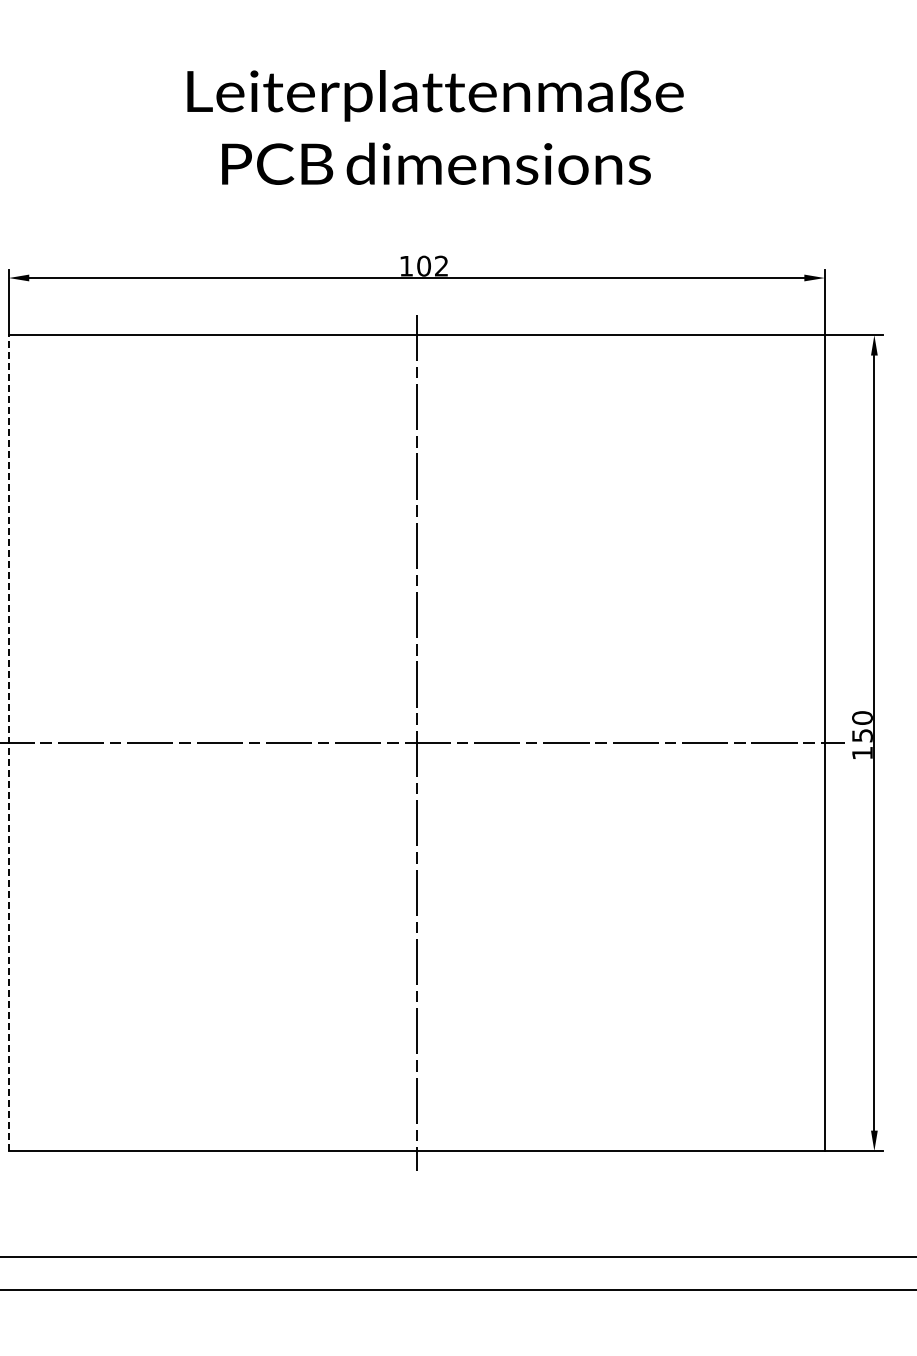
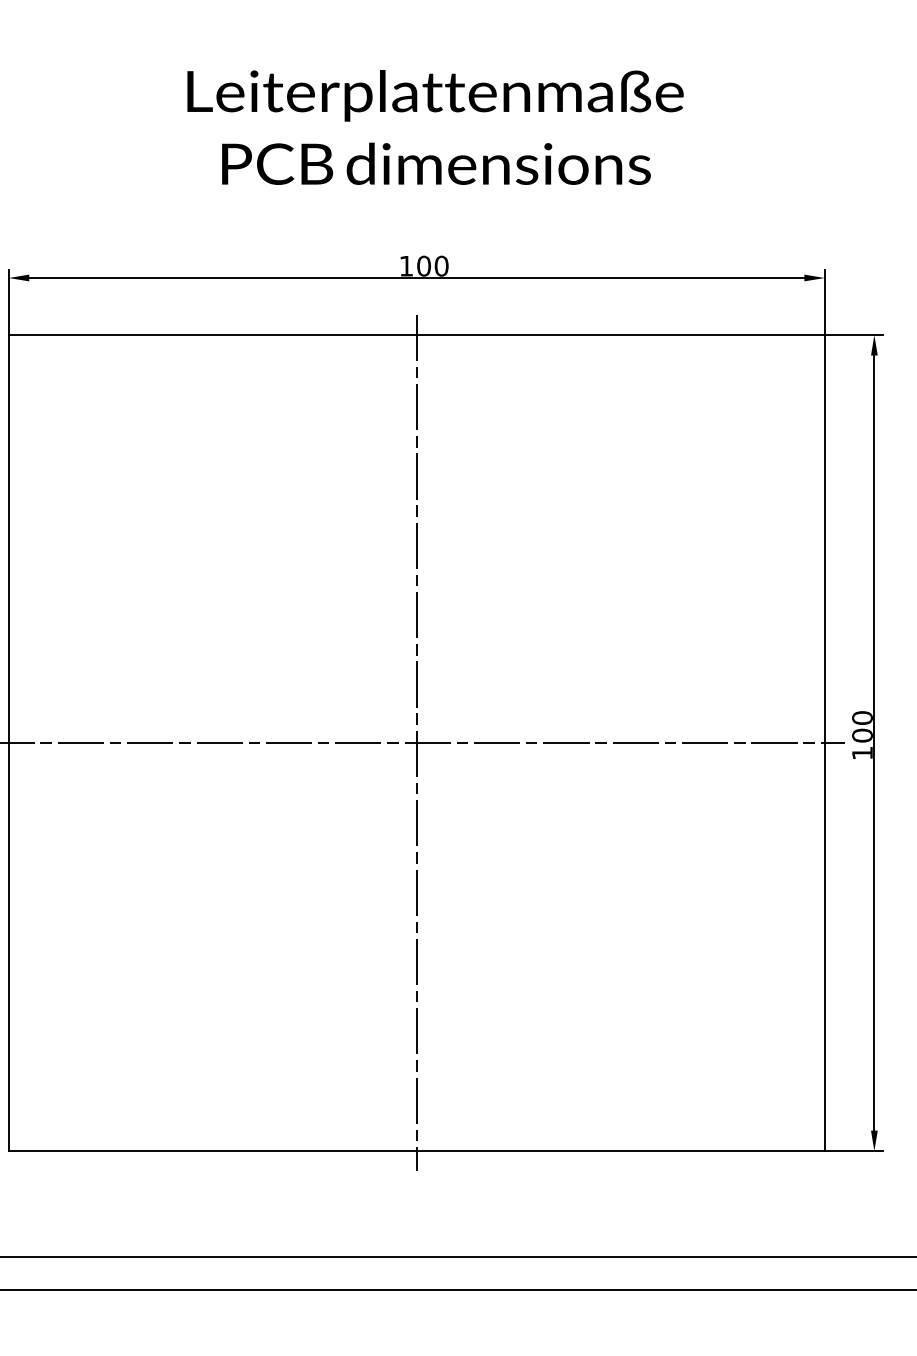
text at (441, 265): 102 -> 100
text at (862, 735): 150 -> 100
line at (8, 743): dashed -> solid
